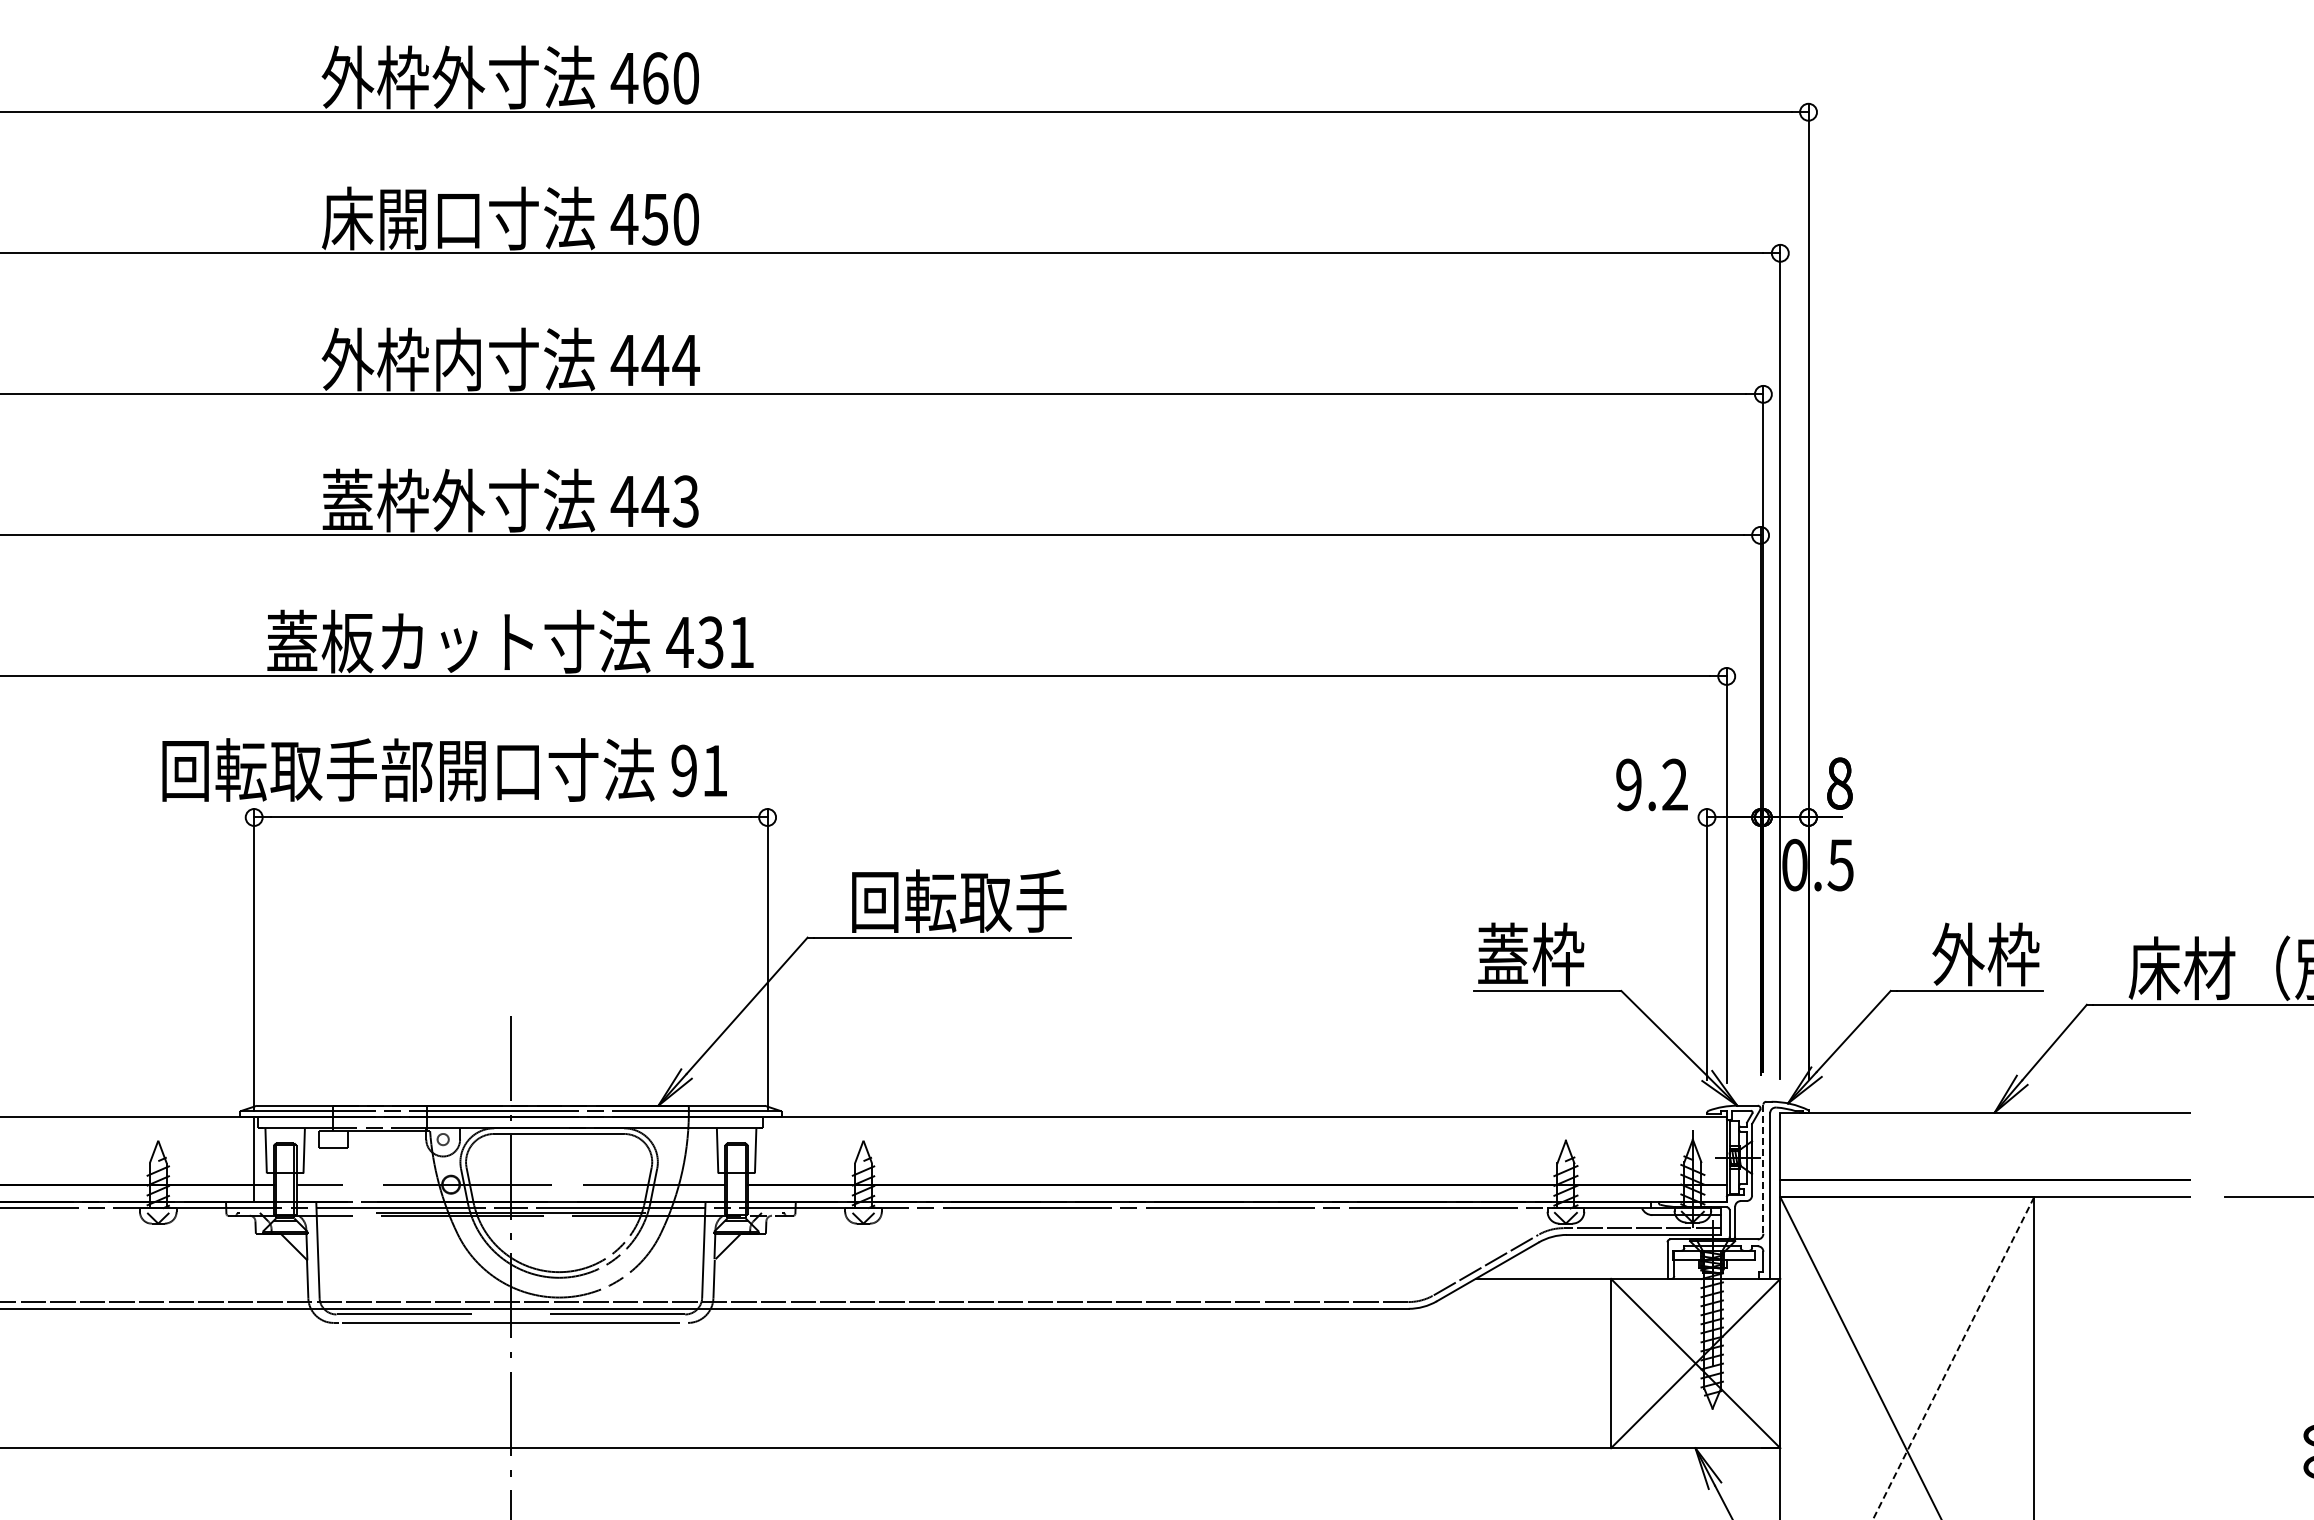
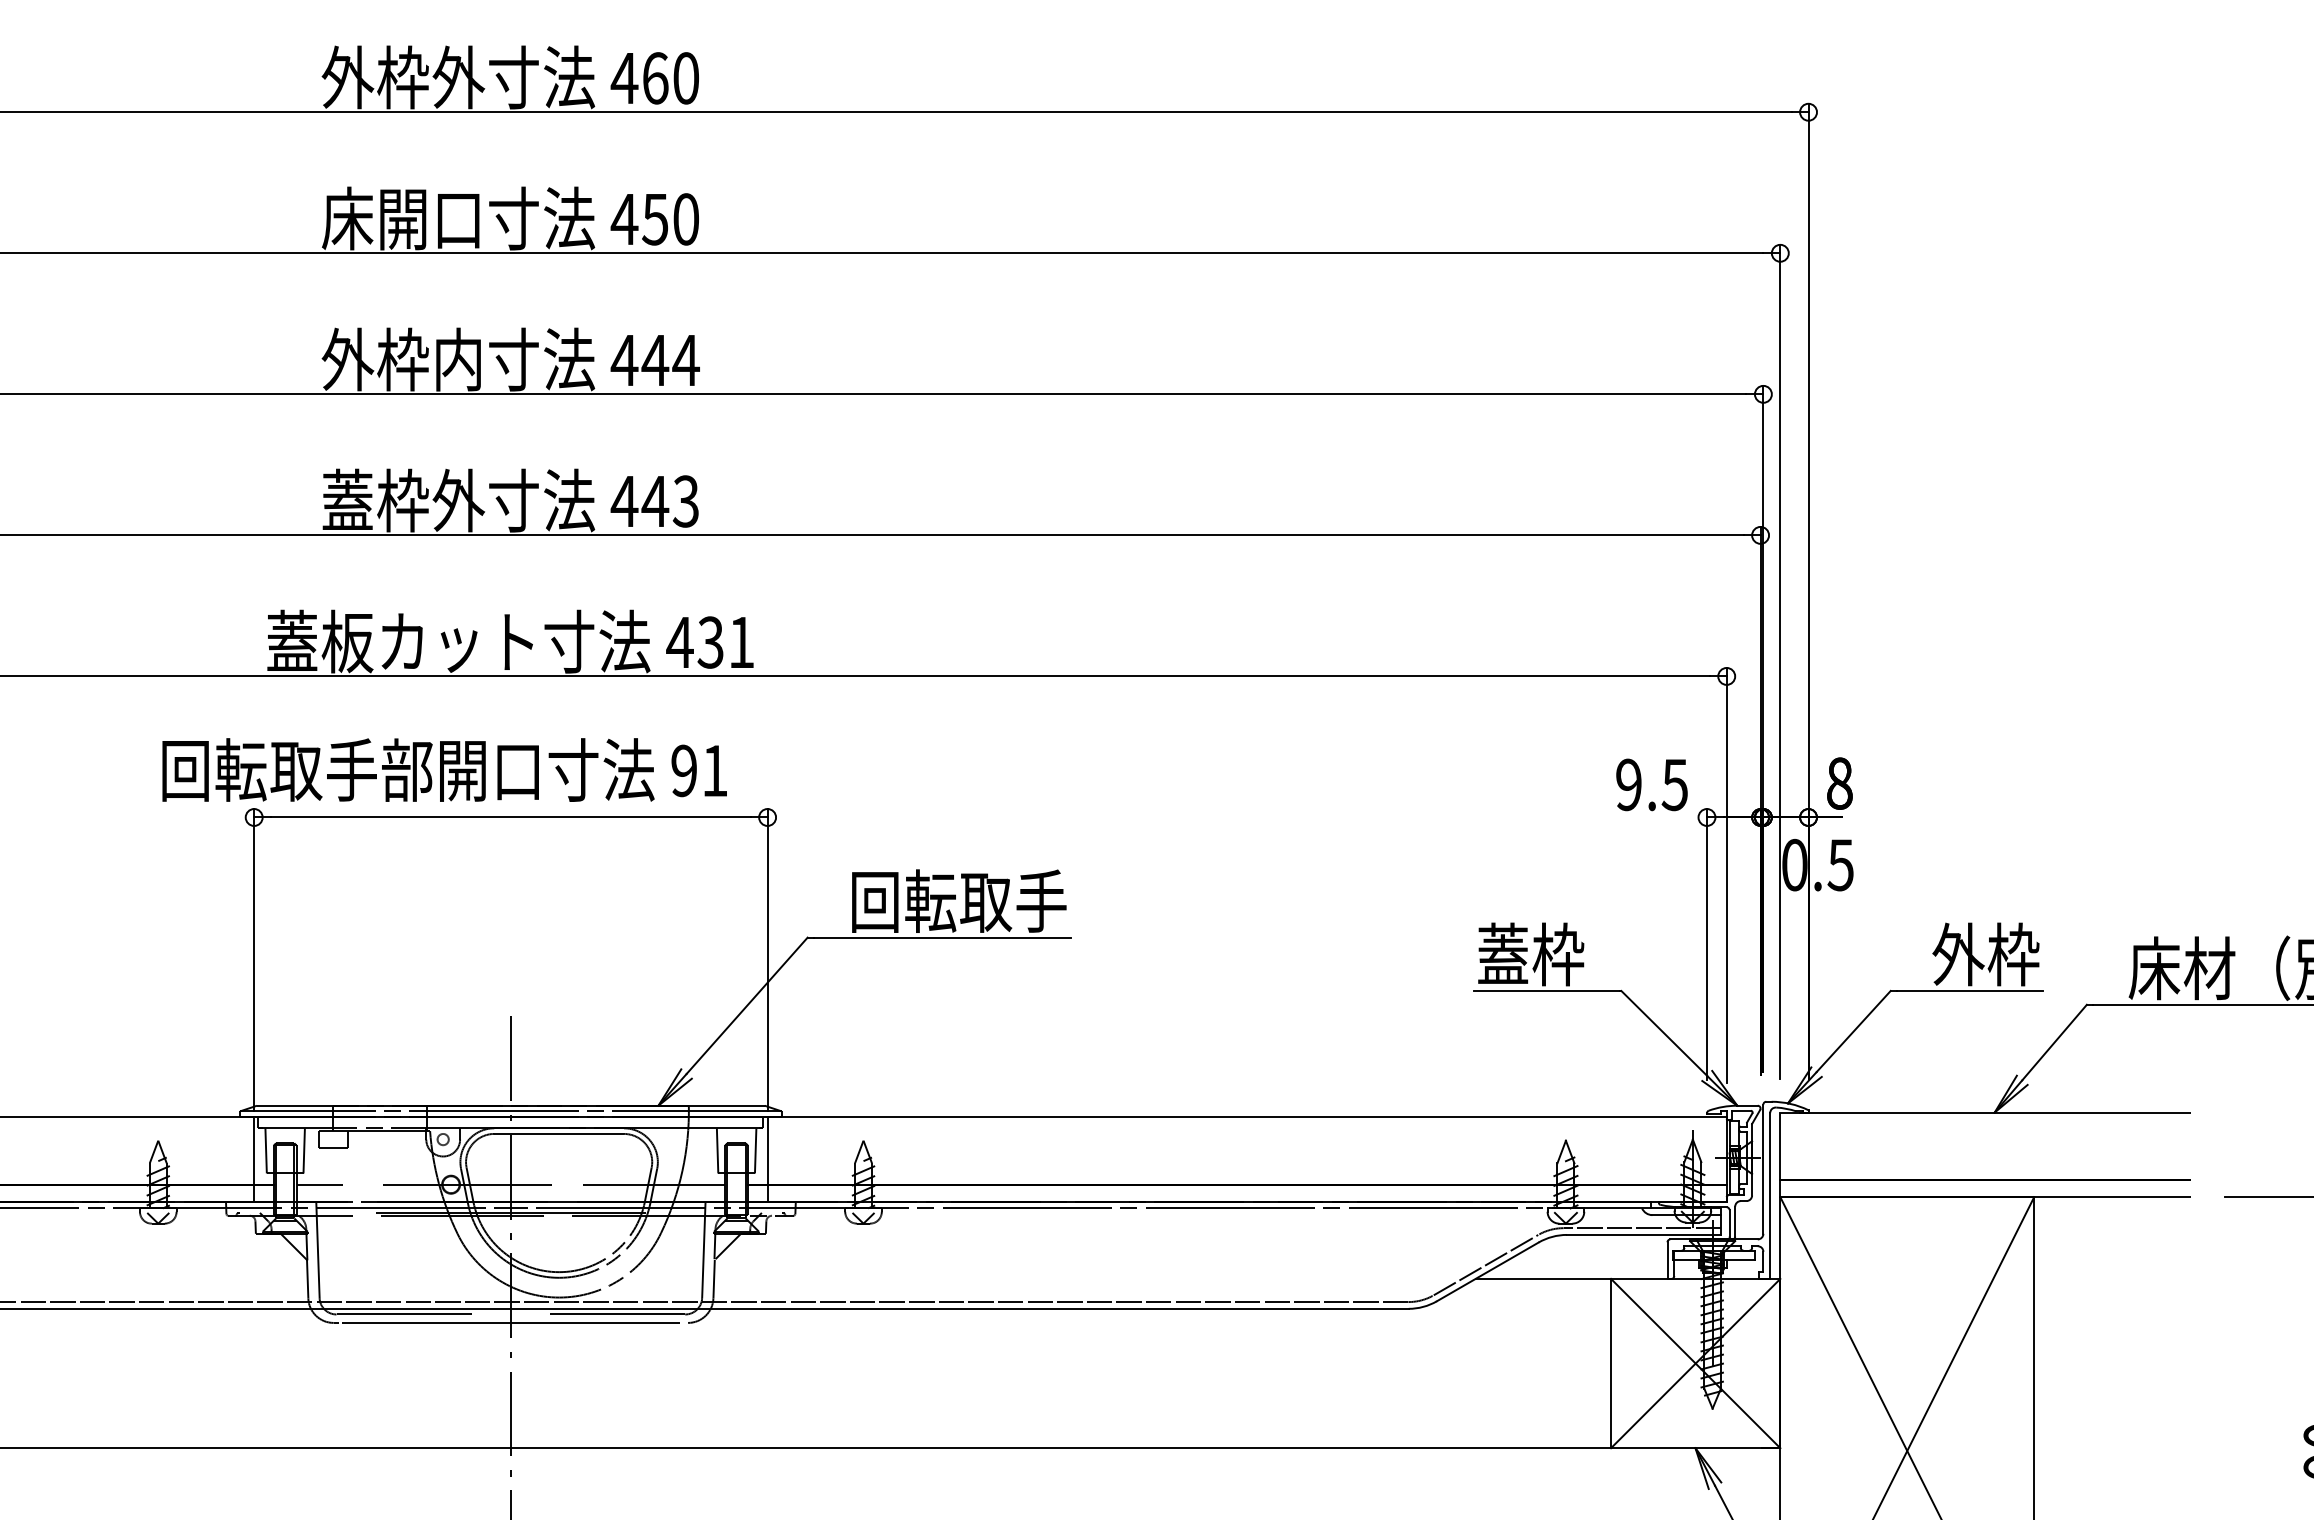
text at (1674, 784): 9.2 -> 9.5
line at (767, 1159): none -> present
line at (1763, 1169): dashed -> solid
line at (1953, 1358): dashed -> solid
